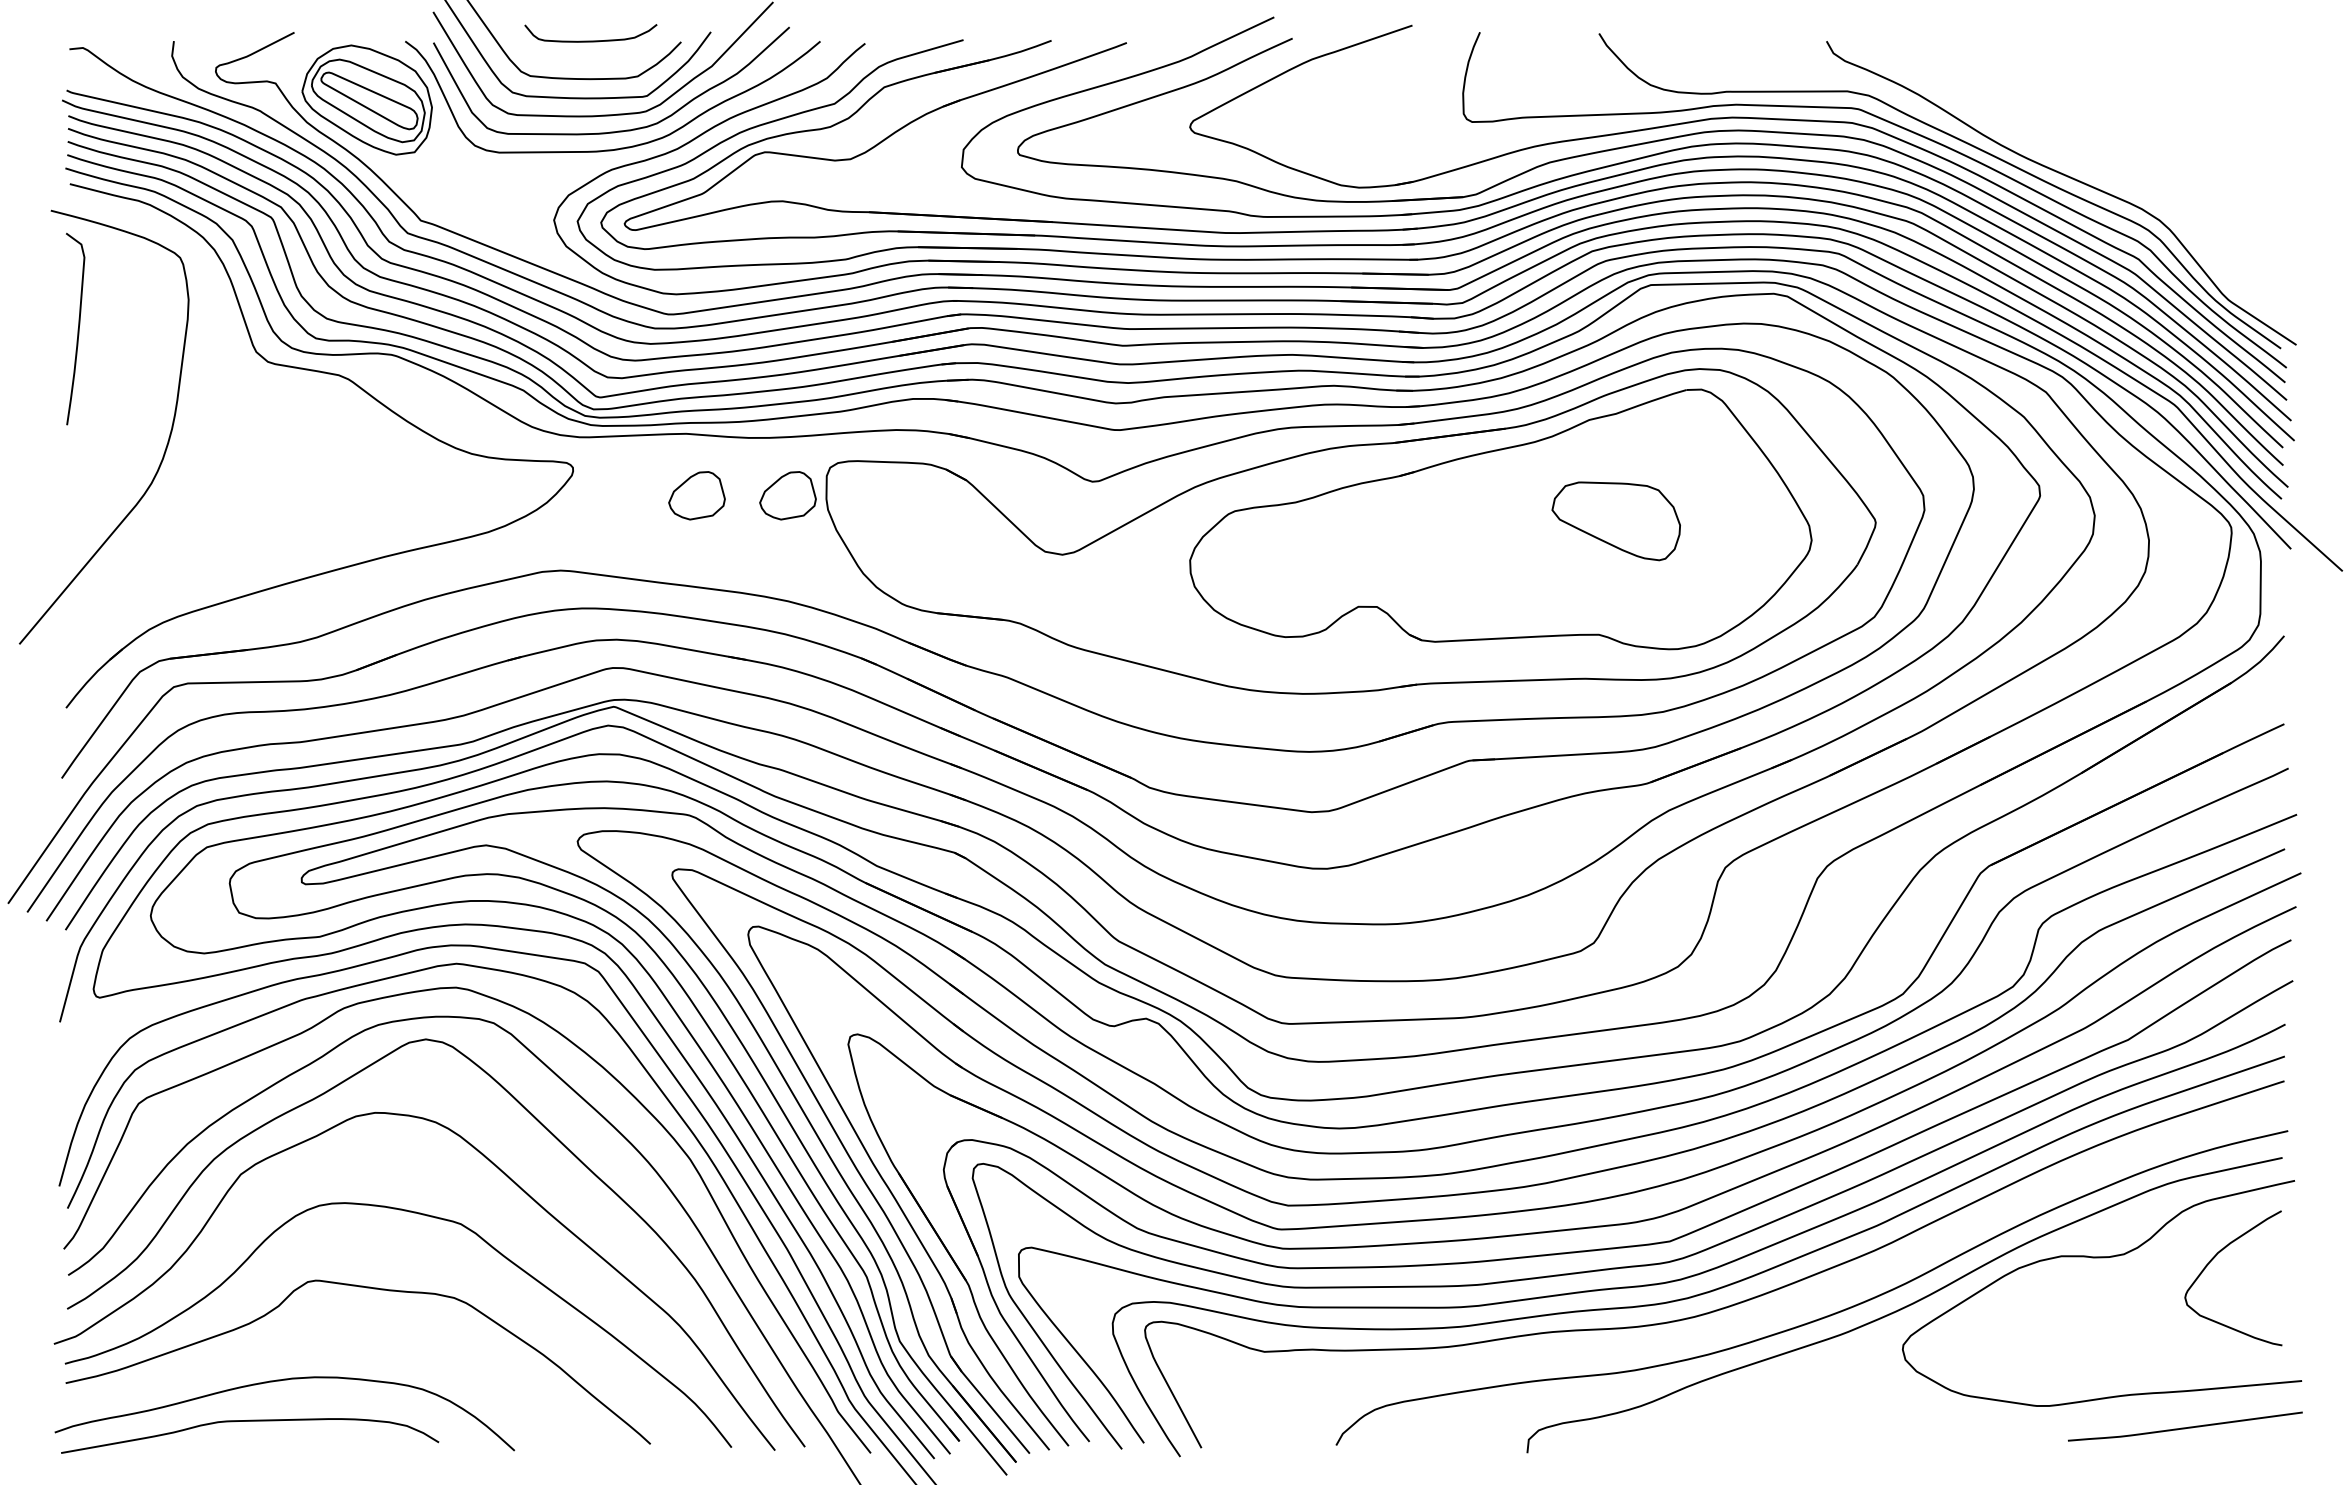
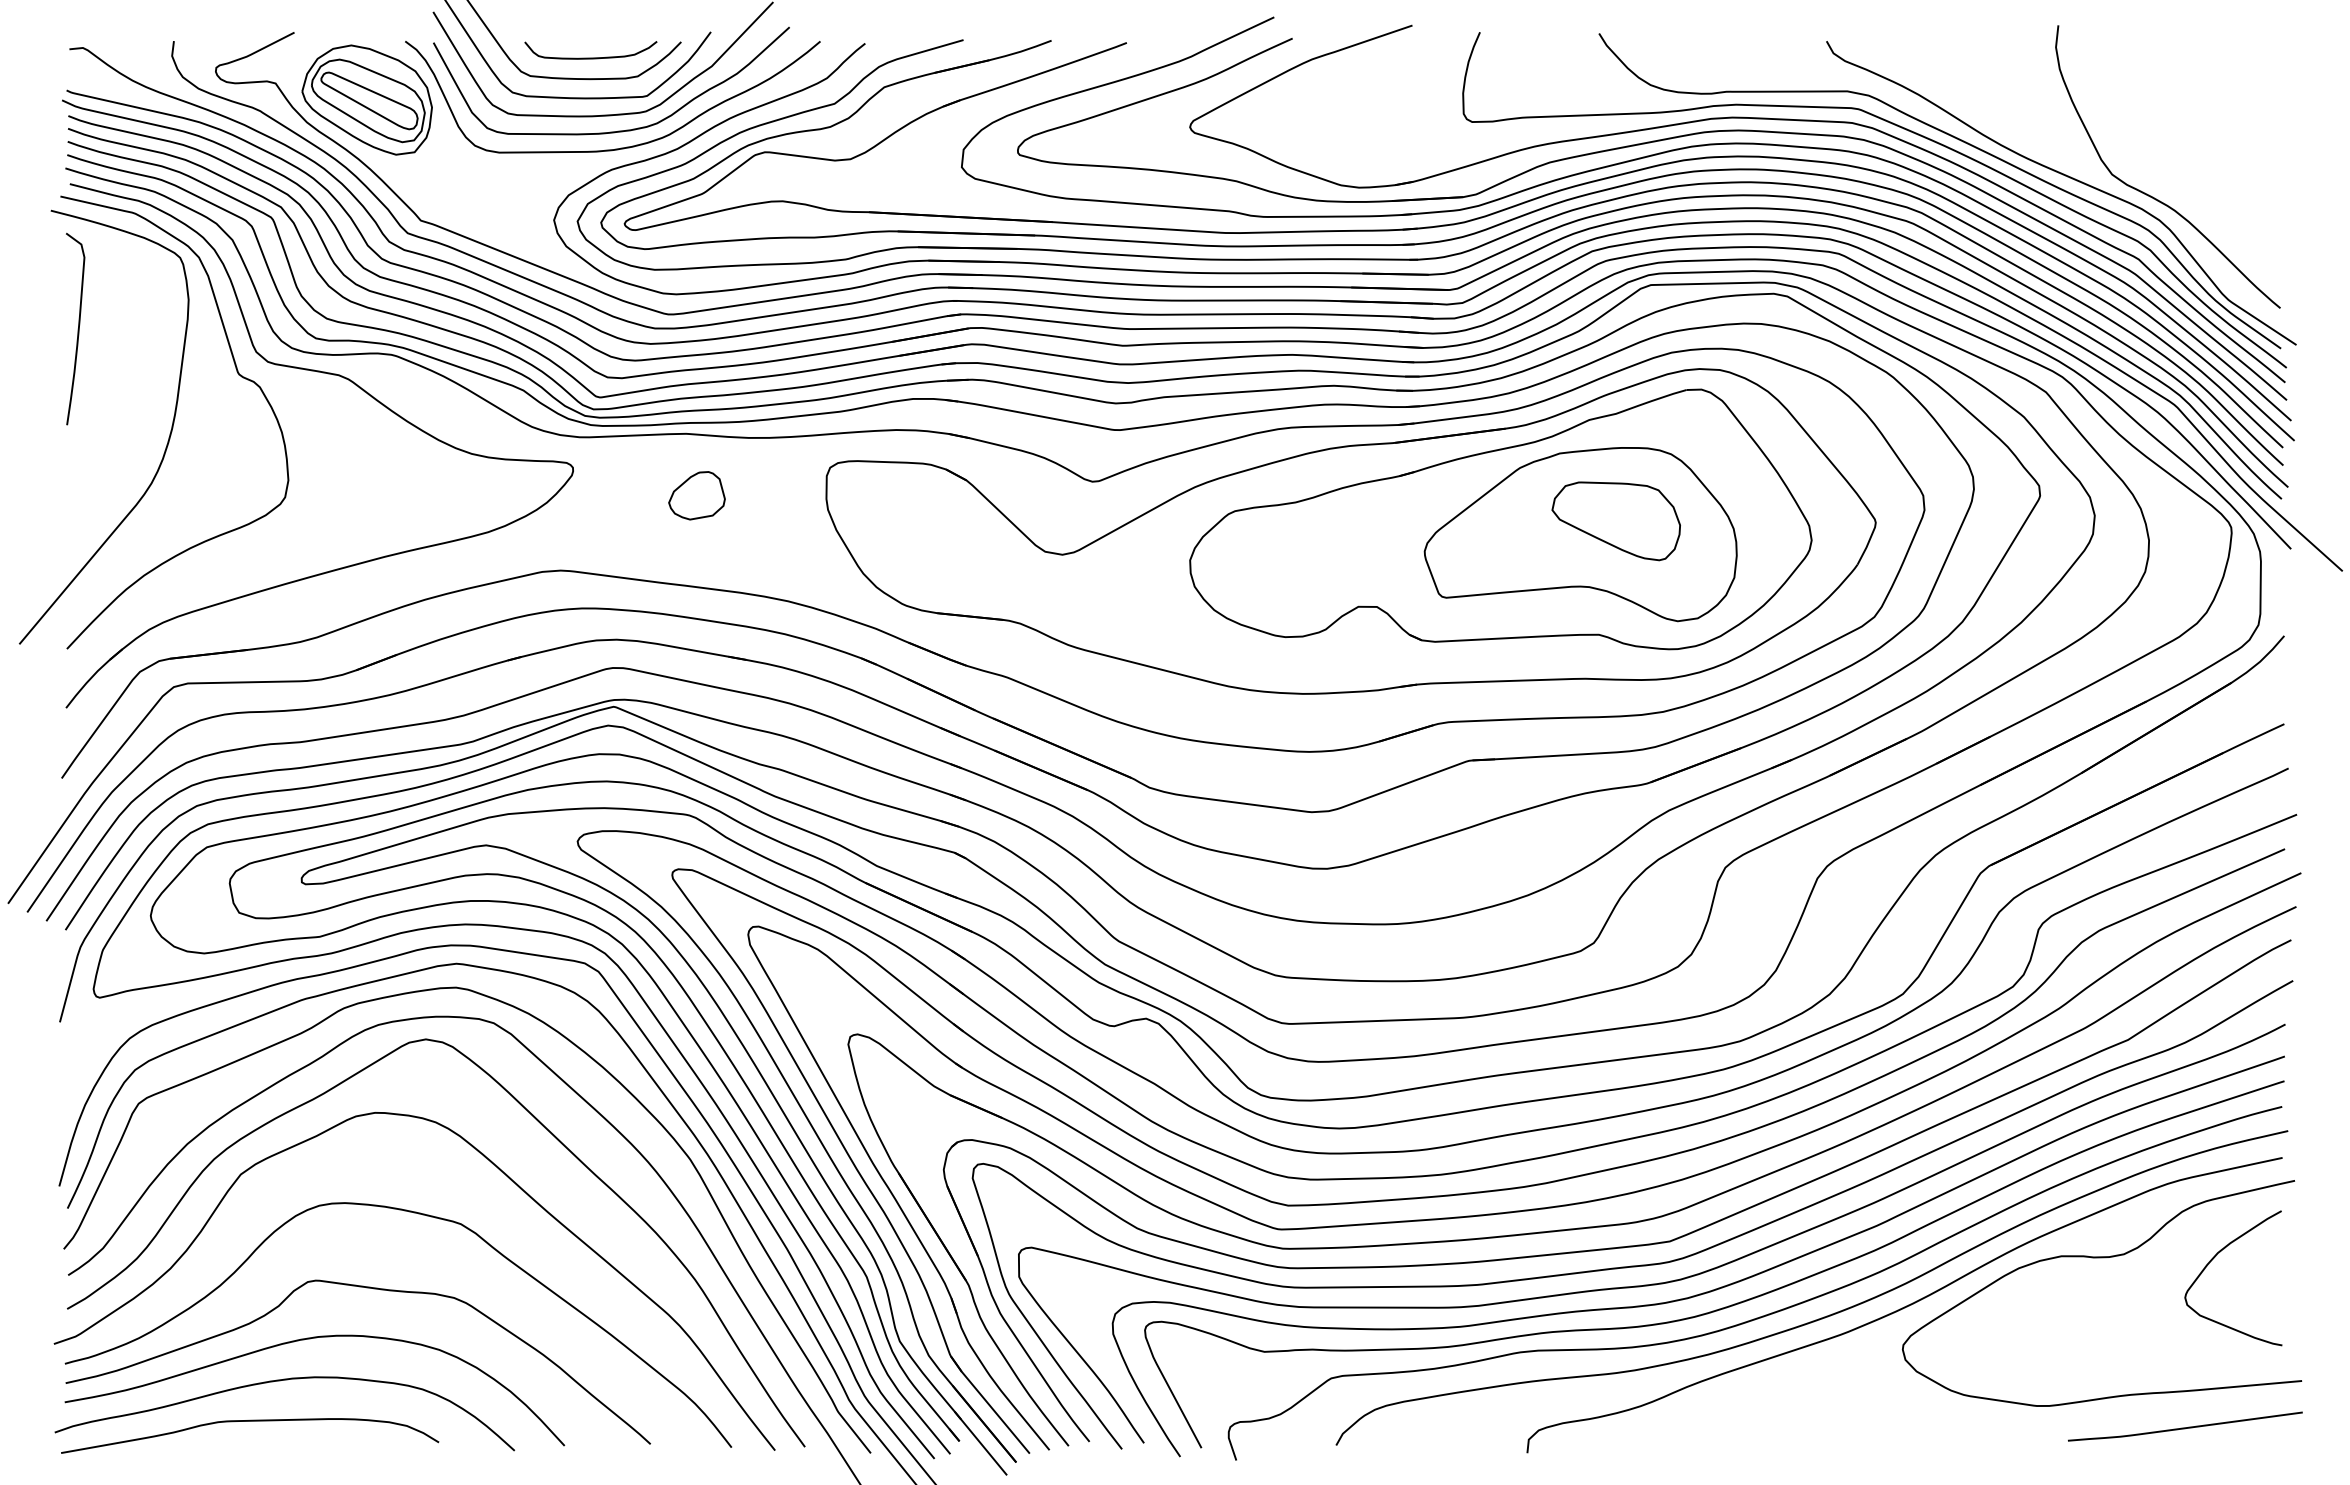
curve at (590, 40) position: (590, 40) -> (590, 57)
curve at (2151, 195): none -> present
curve at (238, 375): none -> present
part at (787, 495): present -> none
part at (1580, 534): none -> present
curve at (1765, 1314): none -> present
curve at (304, 1340): none -> present
